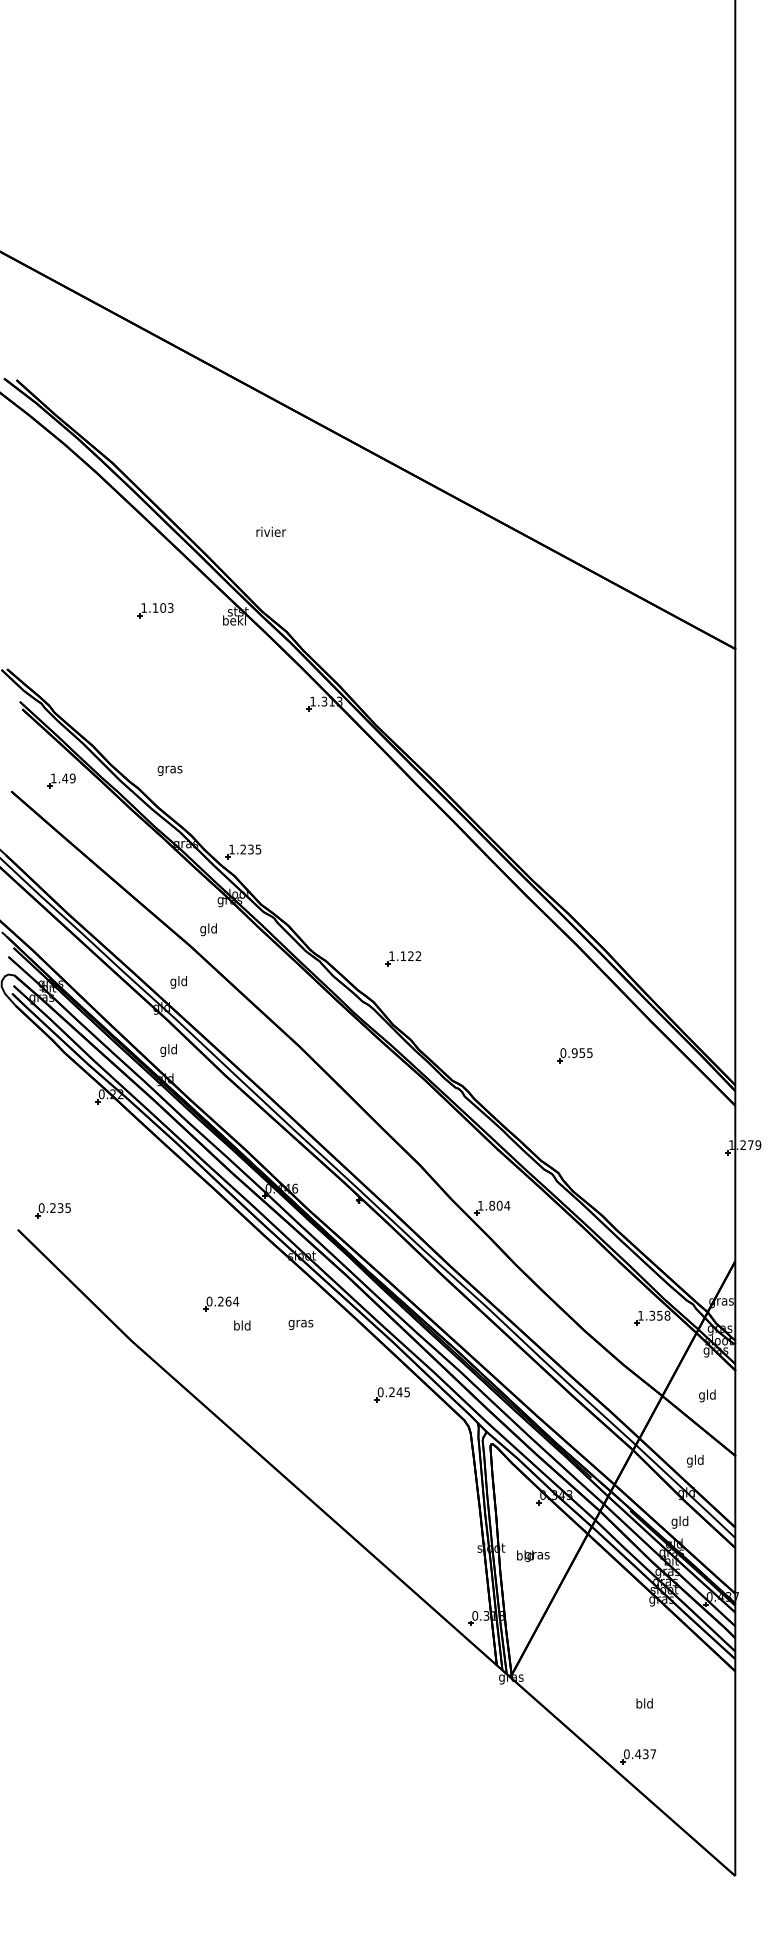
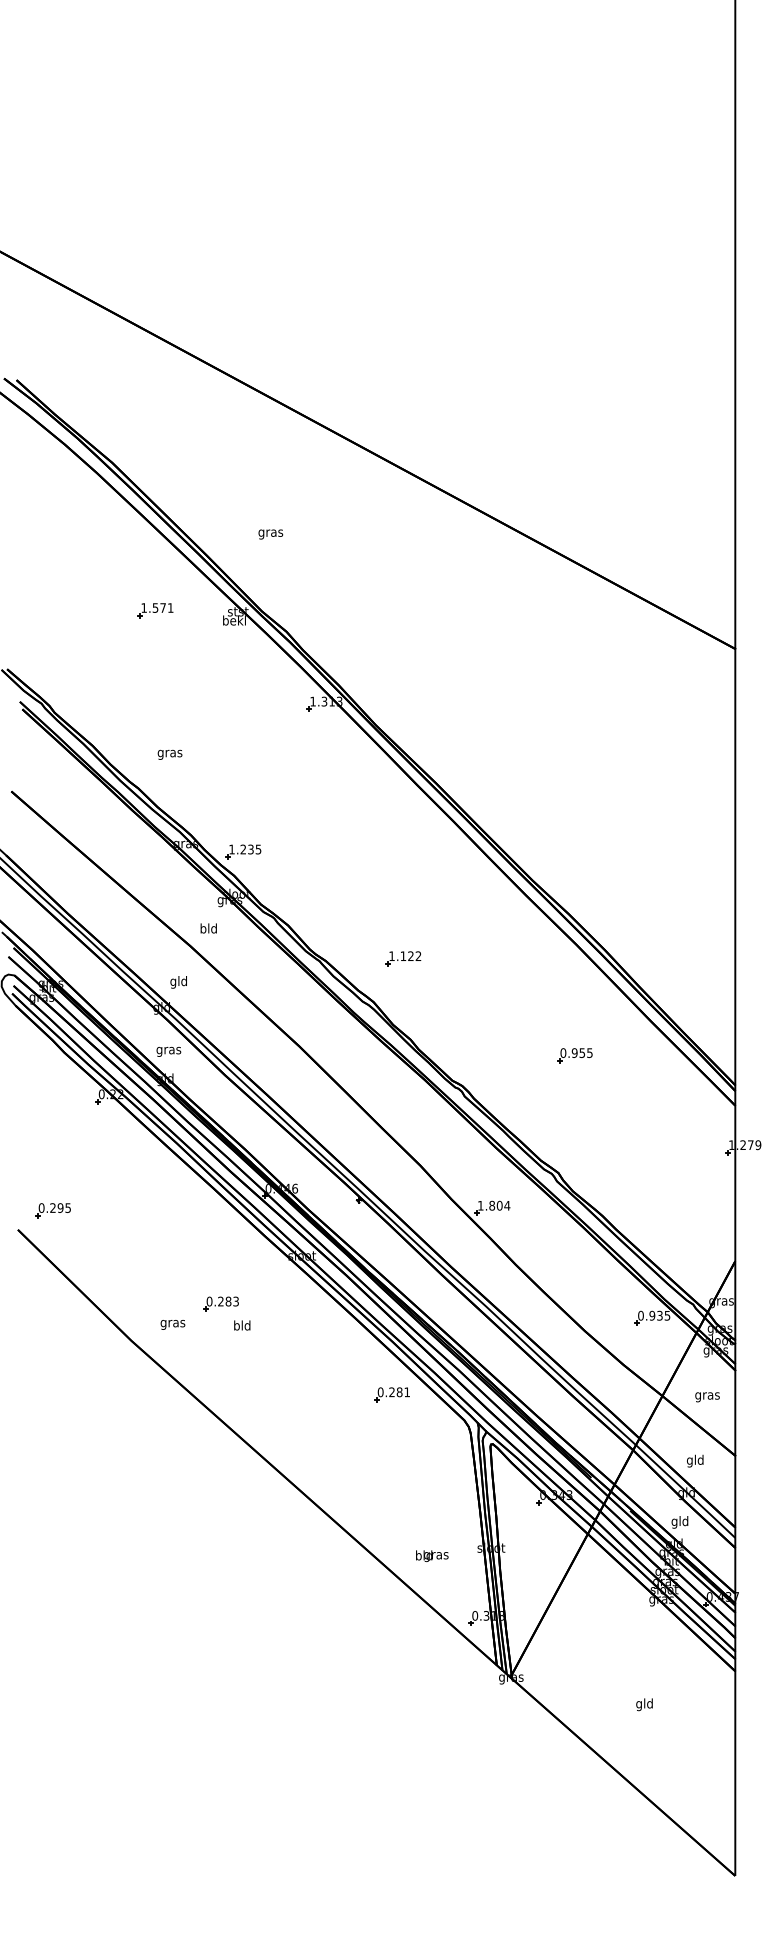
text at (271, 532): rivier -> gras
text at (162, 607): 1.103 -> 1.571
text at (169, 770) position: (169, 770) -> (169, 754)
part at (61, 780): present -> none
text at (203, 929): gld -> bld
text at (168, 1050): gld -> gras
text at (60, 1207): 0.235 -> 0.295
text at (232, 1301): 0.264 -> 0.283
text at (654, 1315): 1.358 -> 0.935
text at (300, 1324) position: (300, 1324) -> (172, 1324)
text at (402, 1392): 0.245 -> 0.281
text at (707, 1395): gld -> gras
text at (533, 1555) position: (533, 1555) -> (432, 1555)
text at (639, 1704): bld -> gld
part at (638, 1756): present -> none
